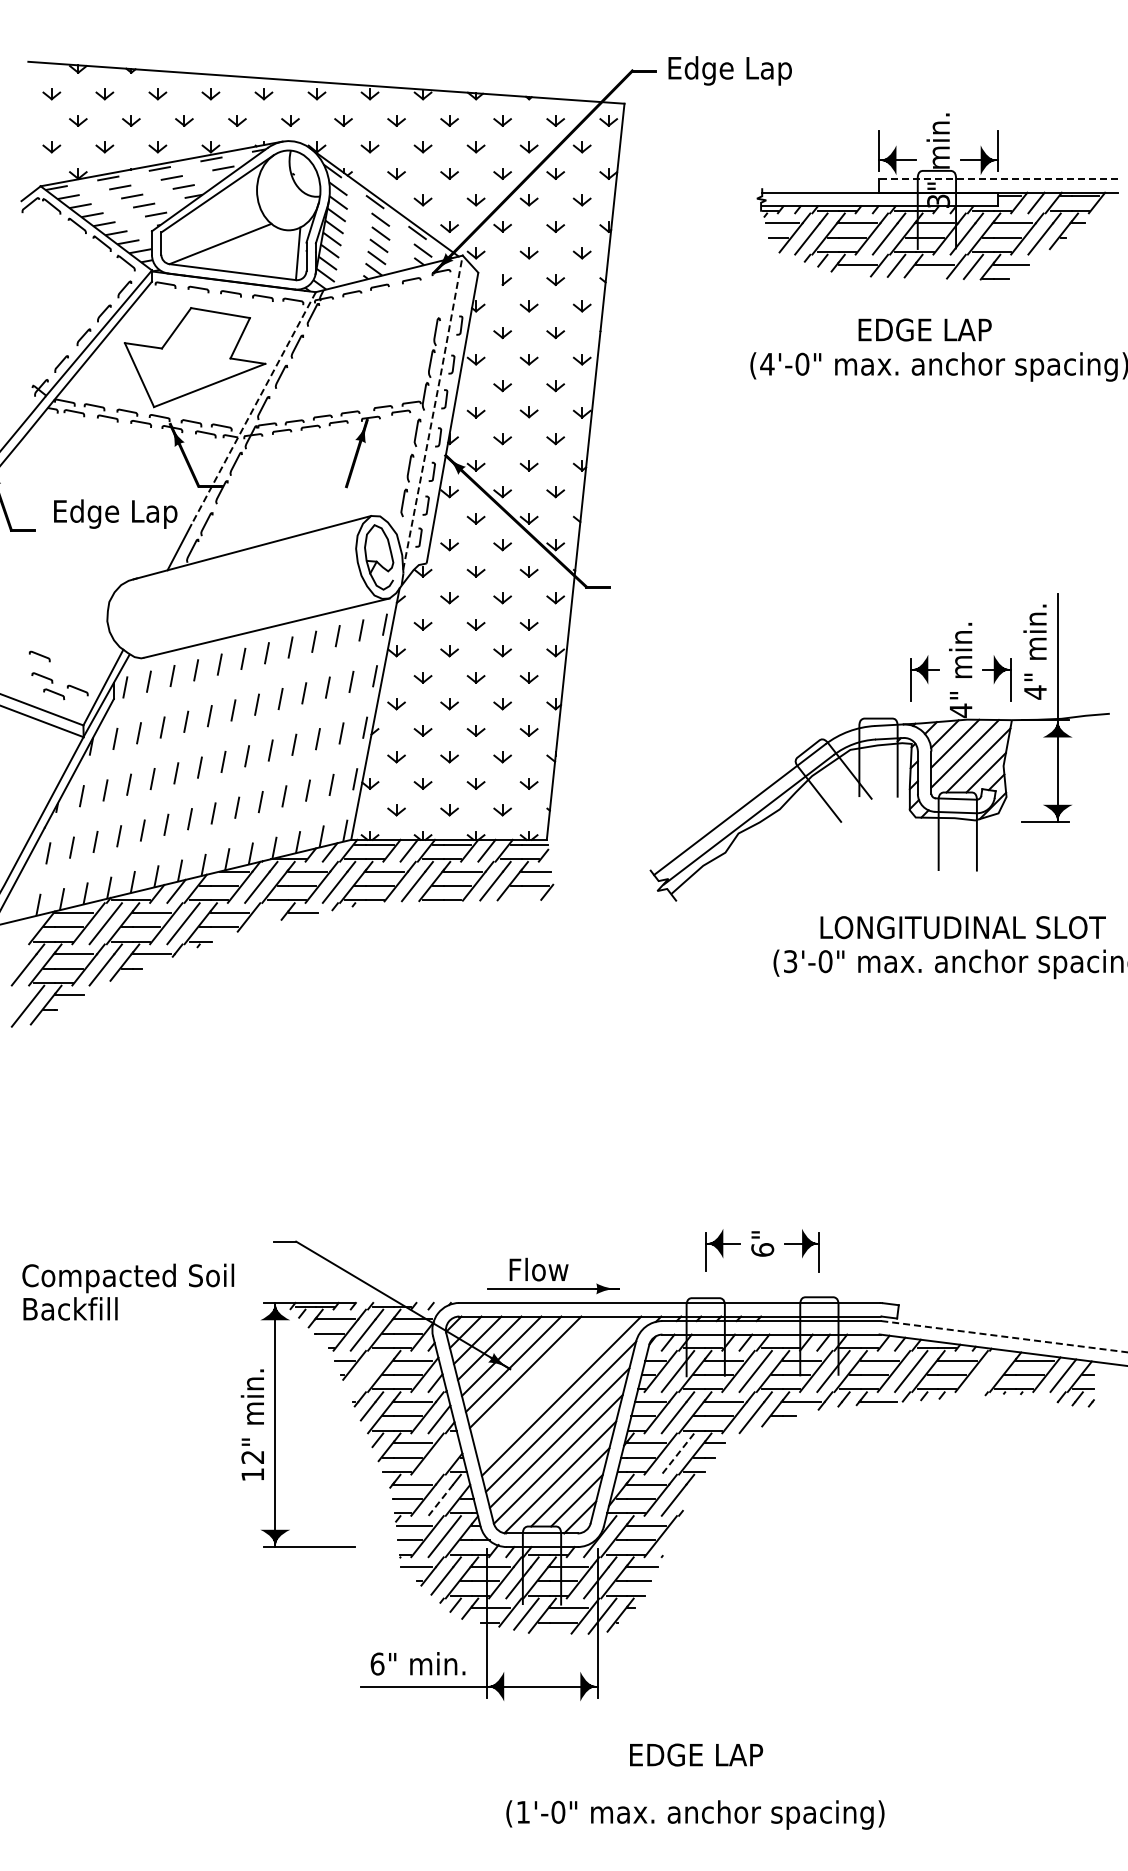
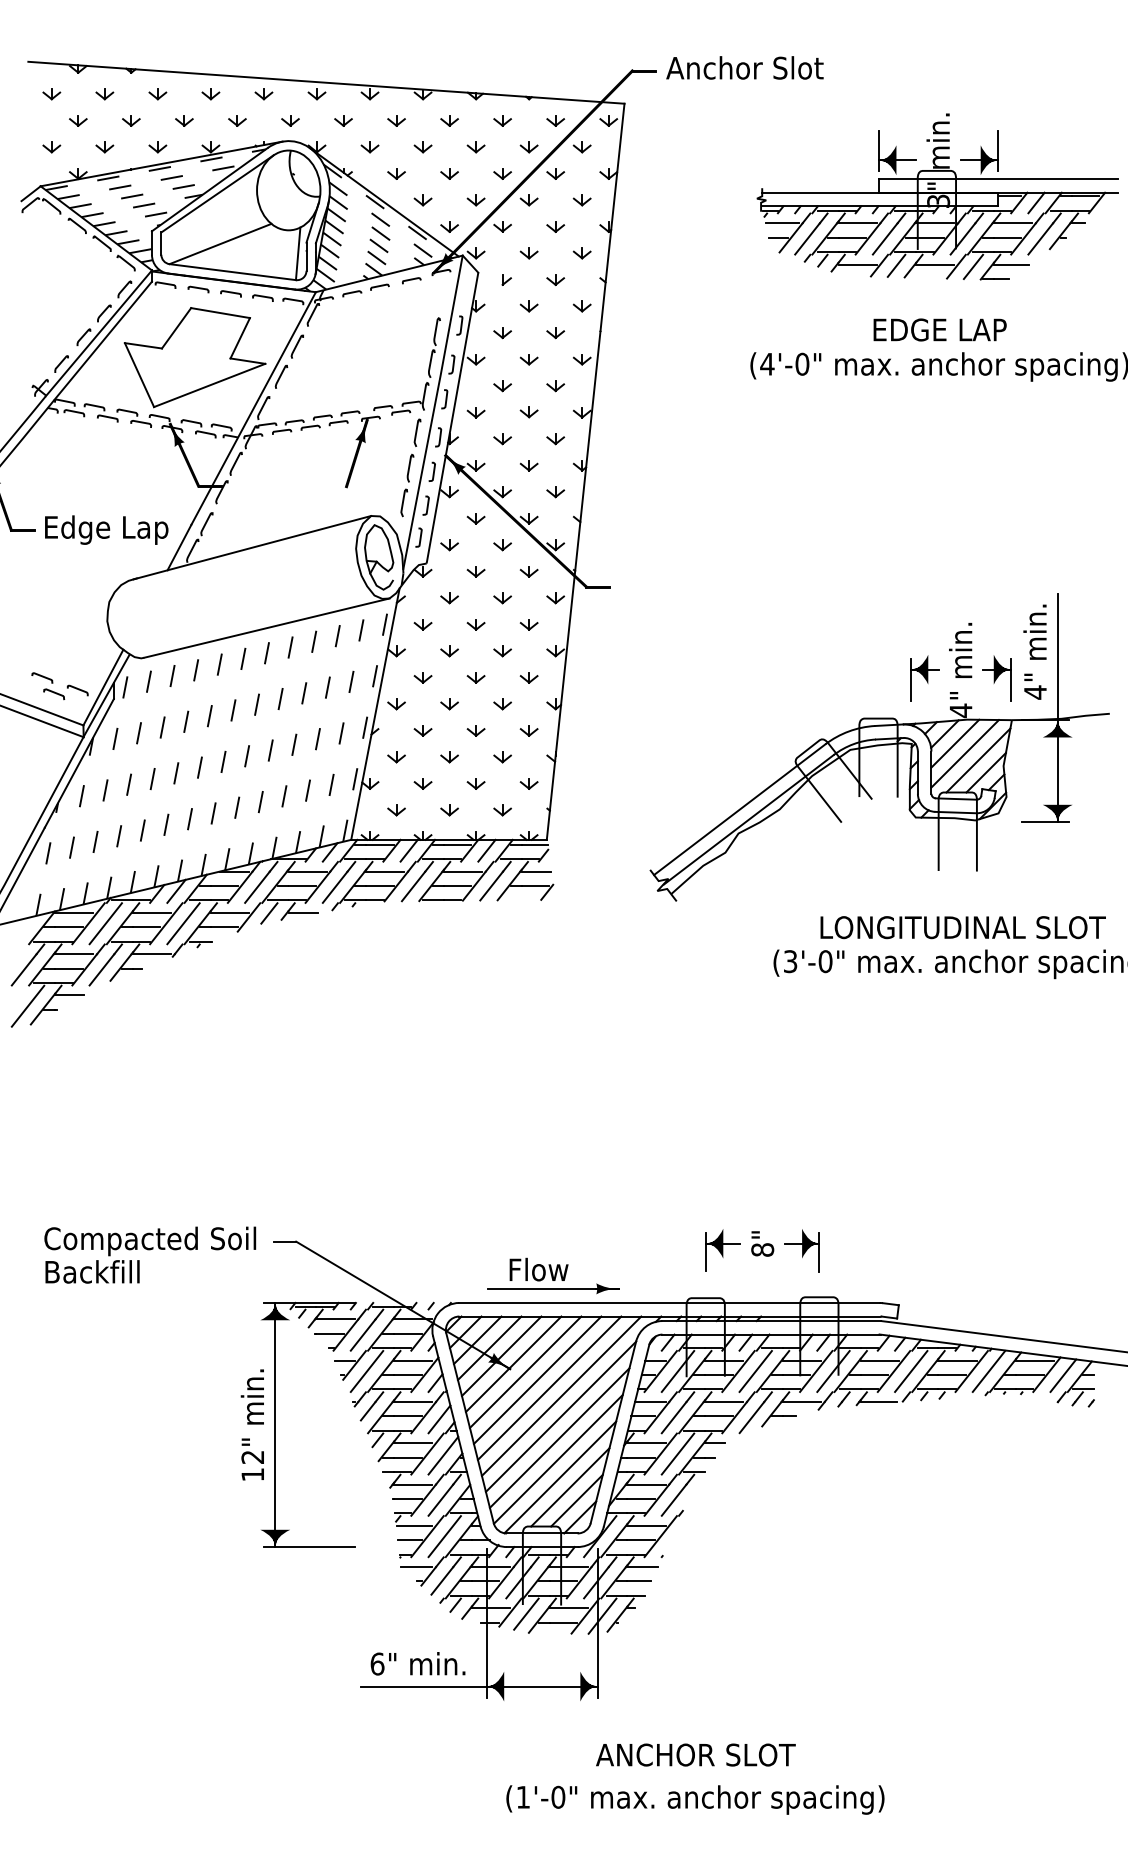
text at (744, 70): Edge Lap -> Anchor Slot
line at (998, 179): dashed -> solid
text at (924, 329) position: (924, 329) -> (939, 329)
line at (253, 408): dashed -> solid
line at (433, 412): dashed -> solid
text at (115, 513) position: (115, 513) -> (106, 529)
curve at (39, 655): present -> none
line at (269, 913): none -> present
text at (762, 1249): 6" -> 8"
text at (128, 1291) position: (128, 1291) -> (150, 1254)
line at (1004, 1336): dashed -> solid
line at (366, 1371): none -> present
line at (988, 1371): none -> present
line at (537, 1379): none -> present
line at (549, 1387): none -> present
line at (677, 1454): dashed -> solid
line at (443, 1455): none -> present
line at (440, 1500): dashed -> solid
text at (695, 1754): EDGE LAP -> ANCHOR SLOT
text at (695, 1814) position: (695, 1814) -> (695, 1799)
